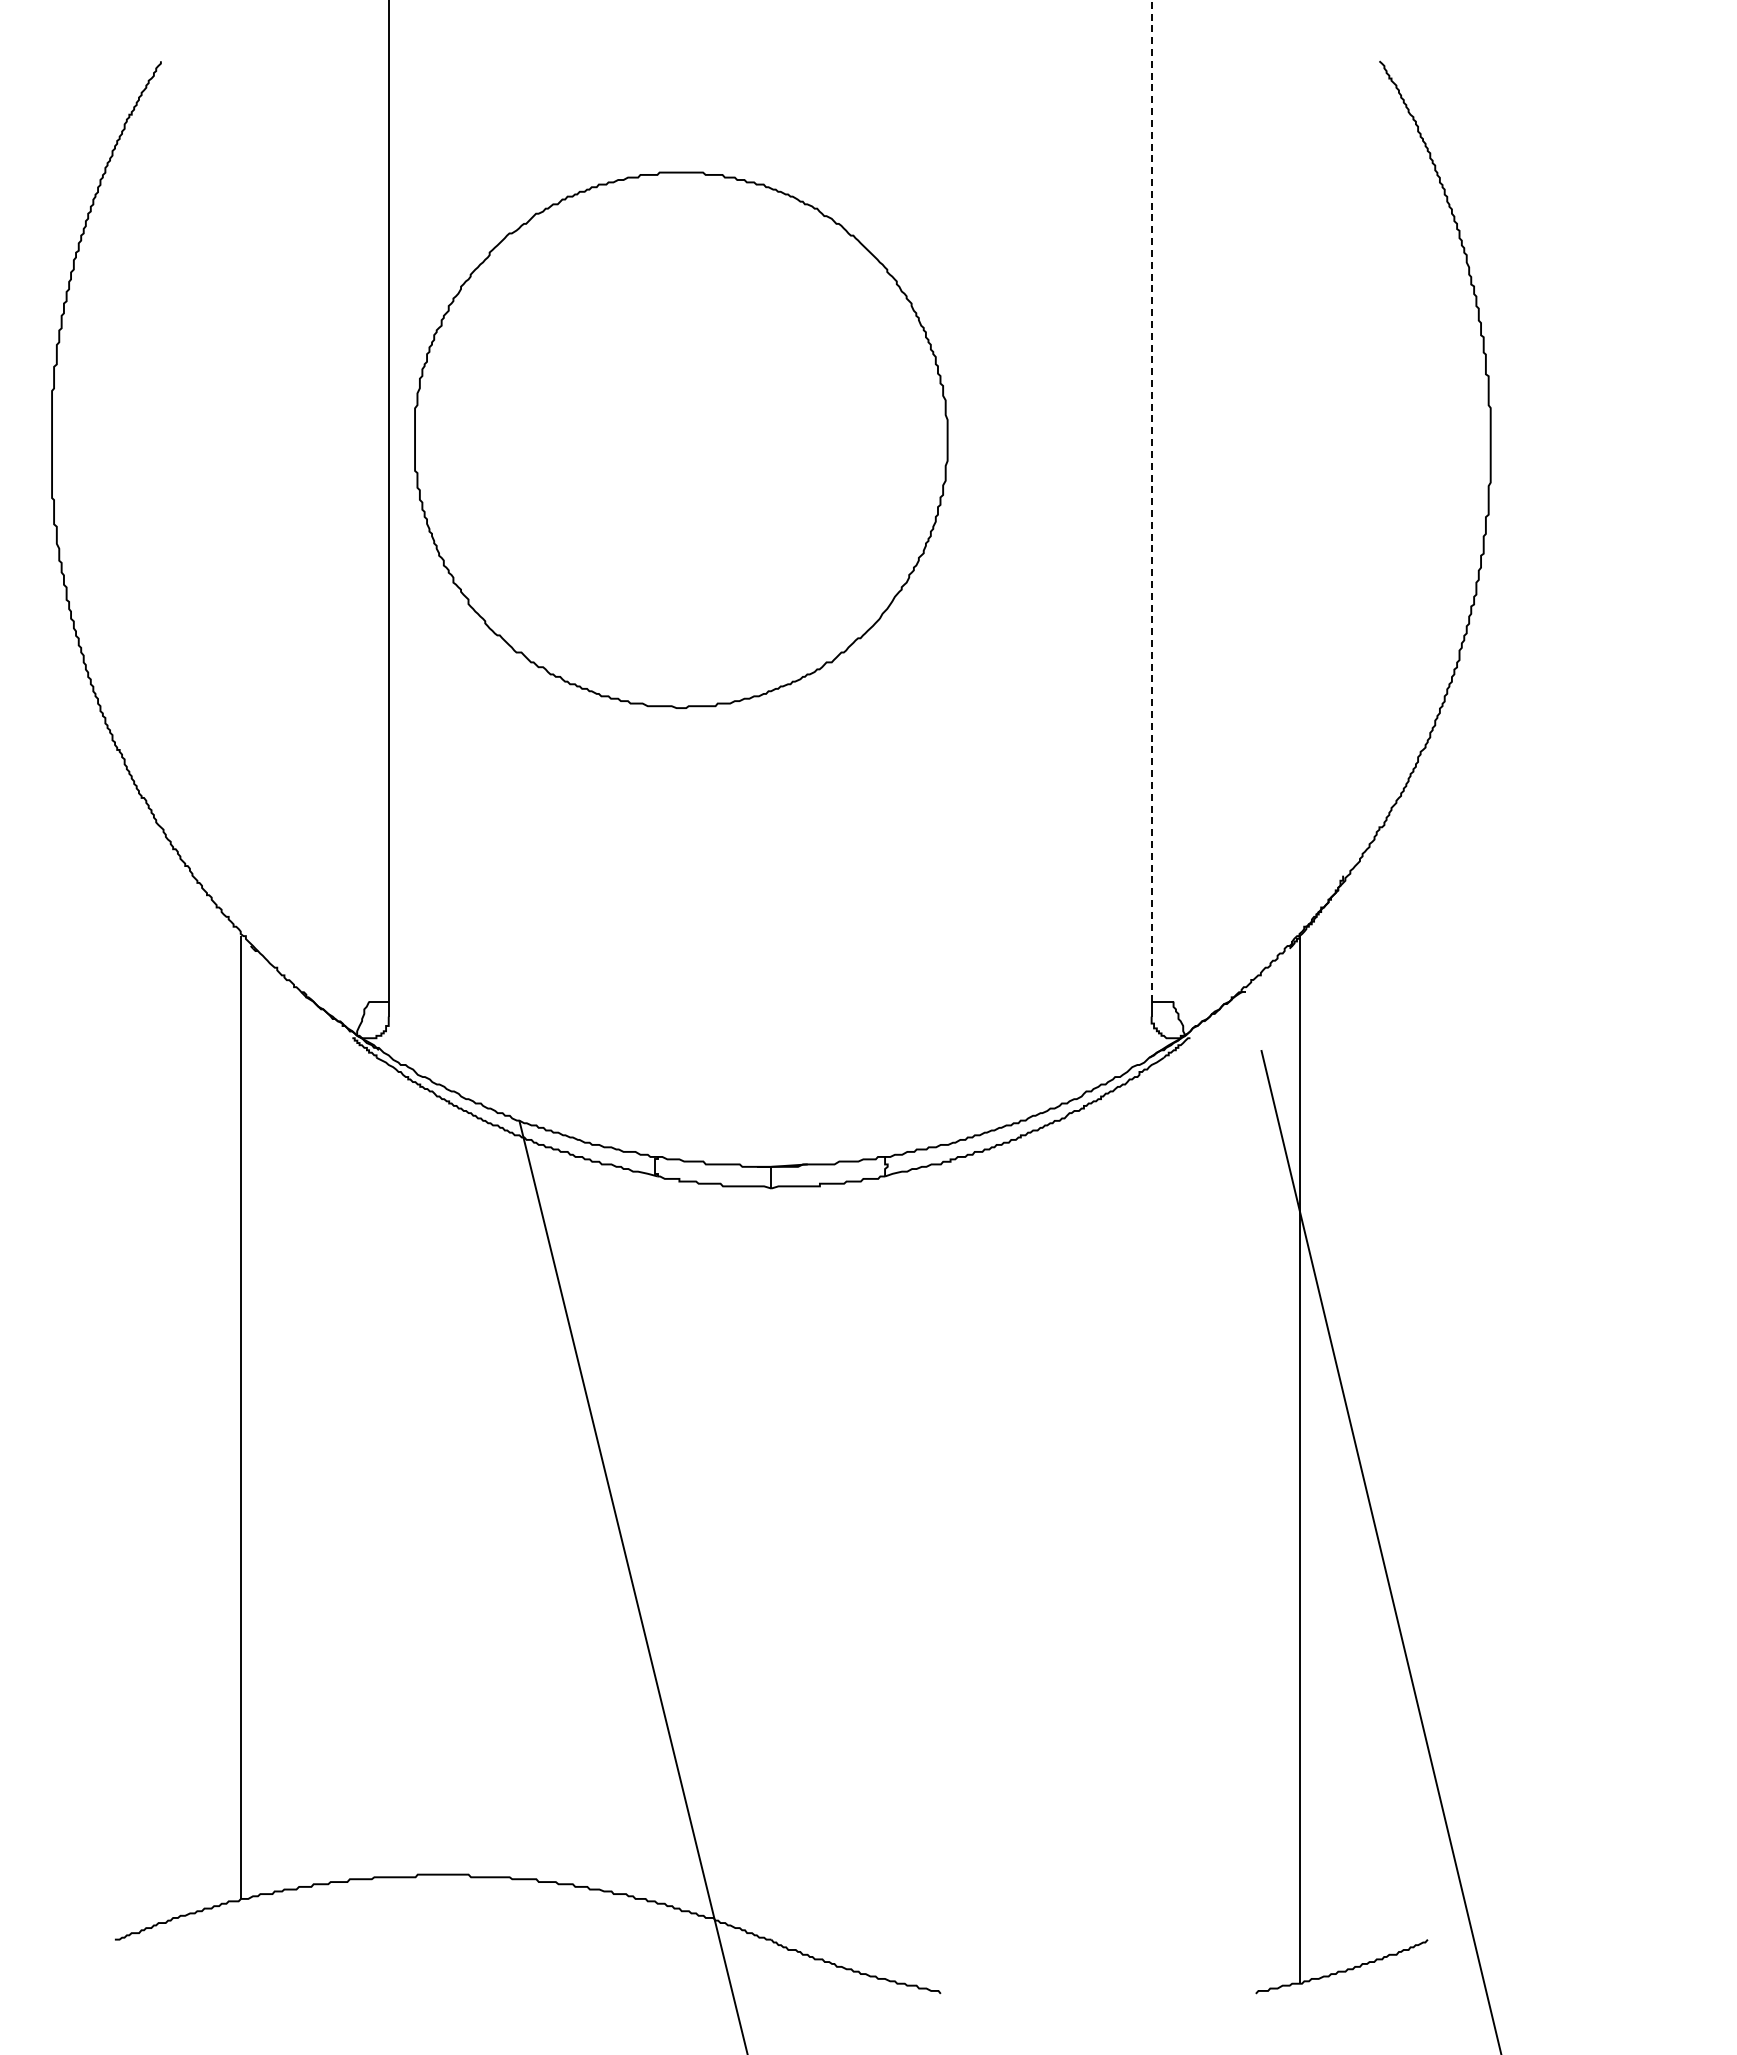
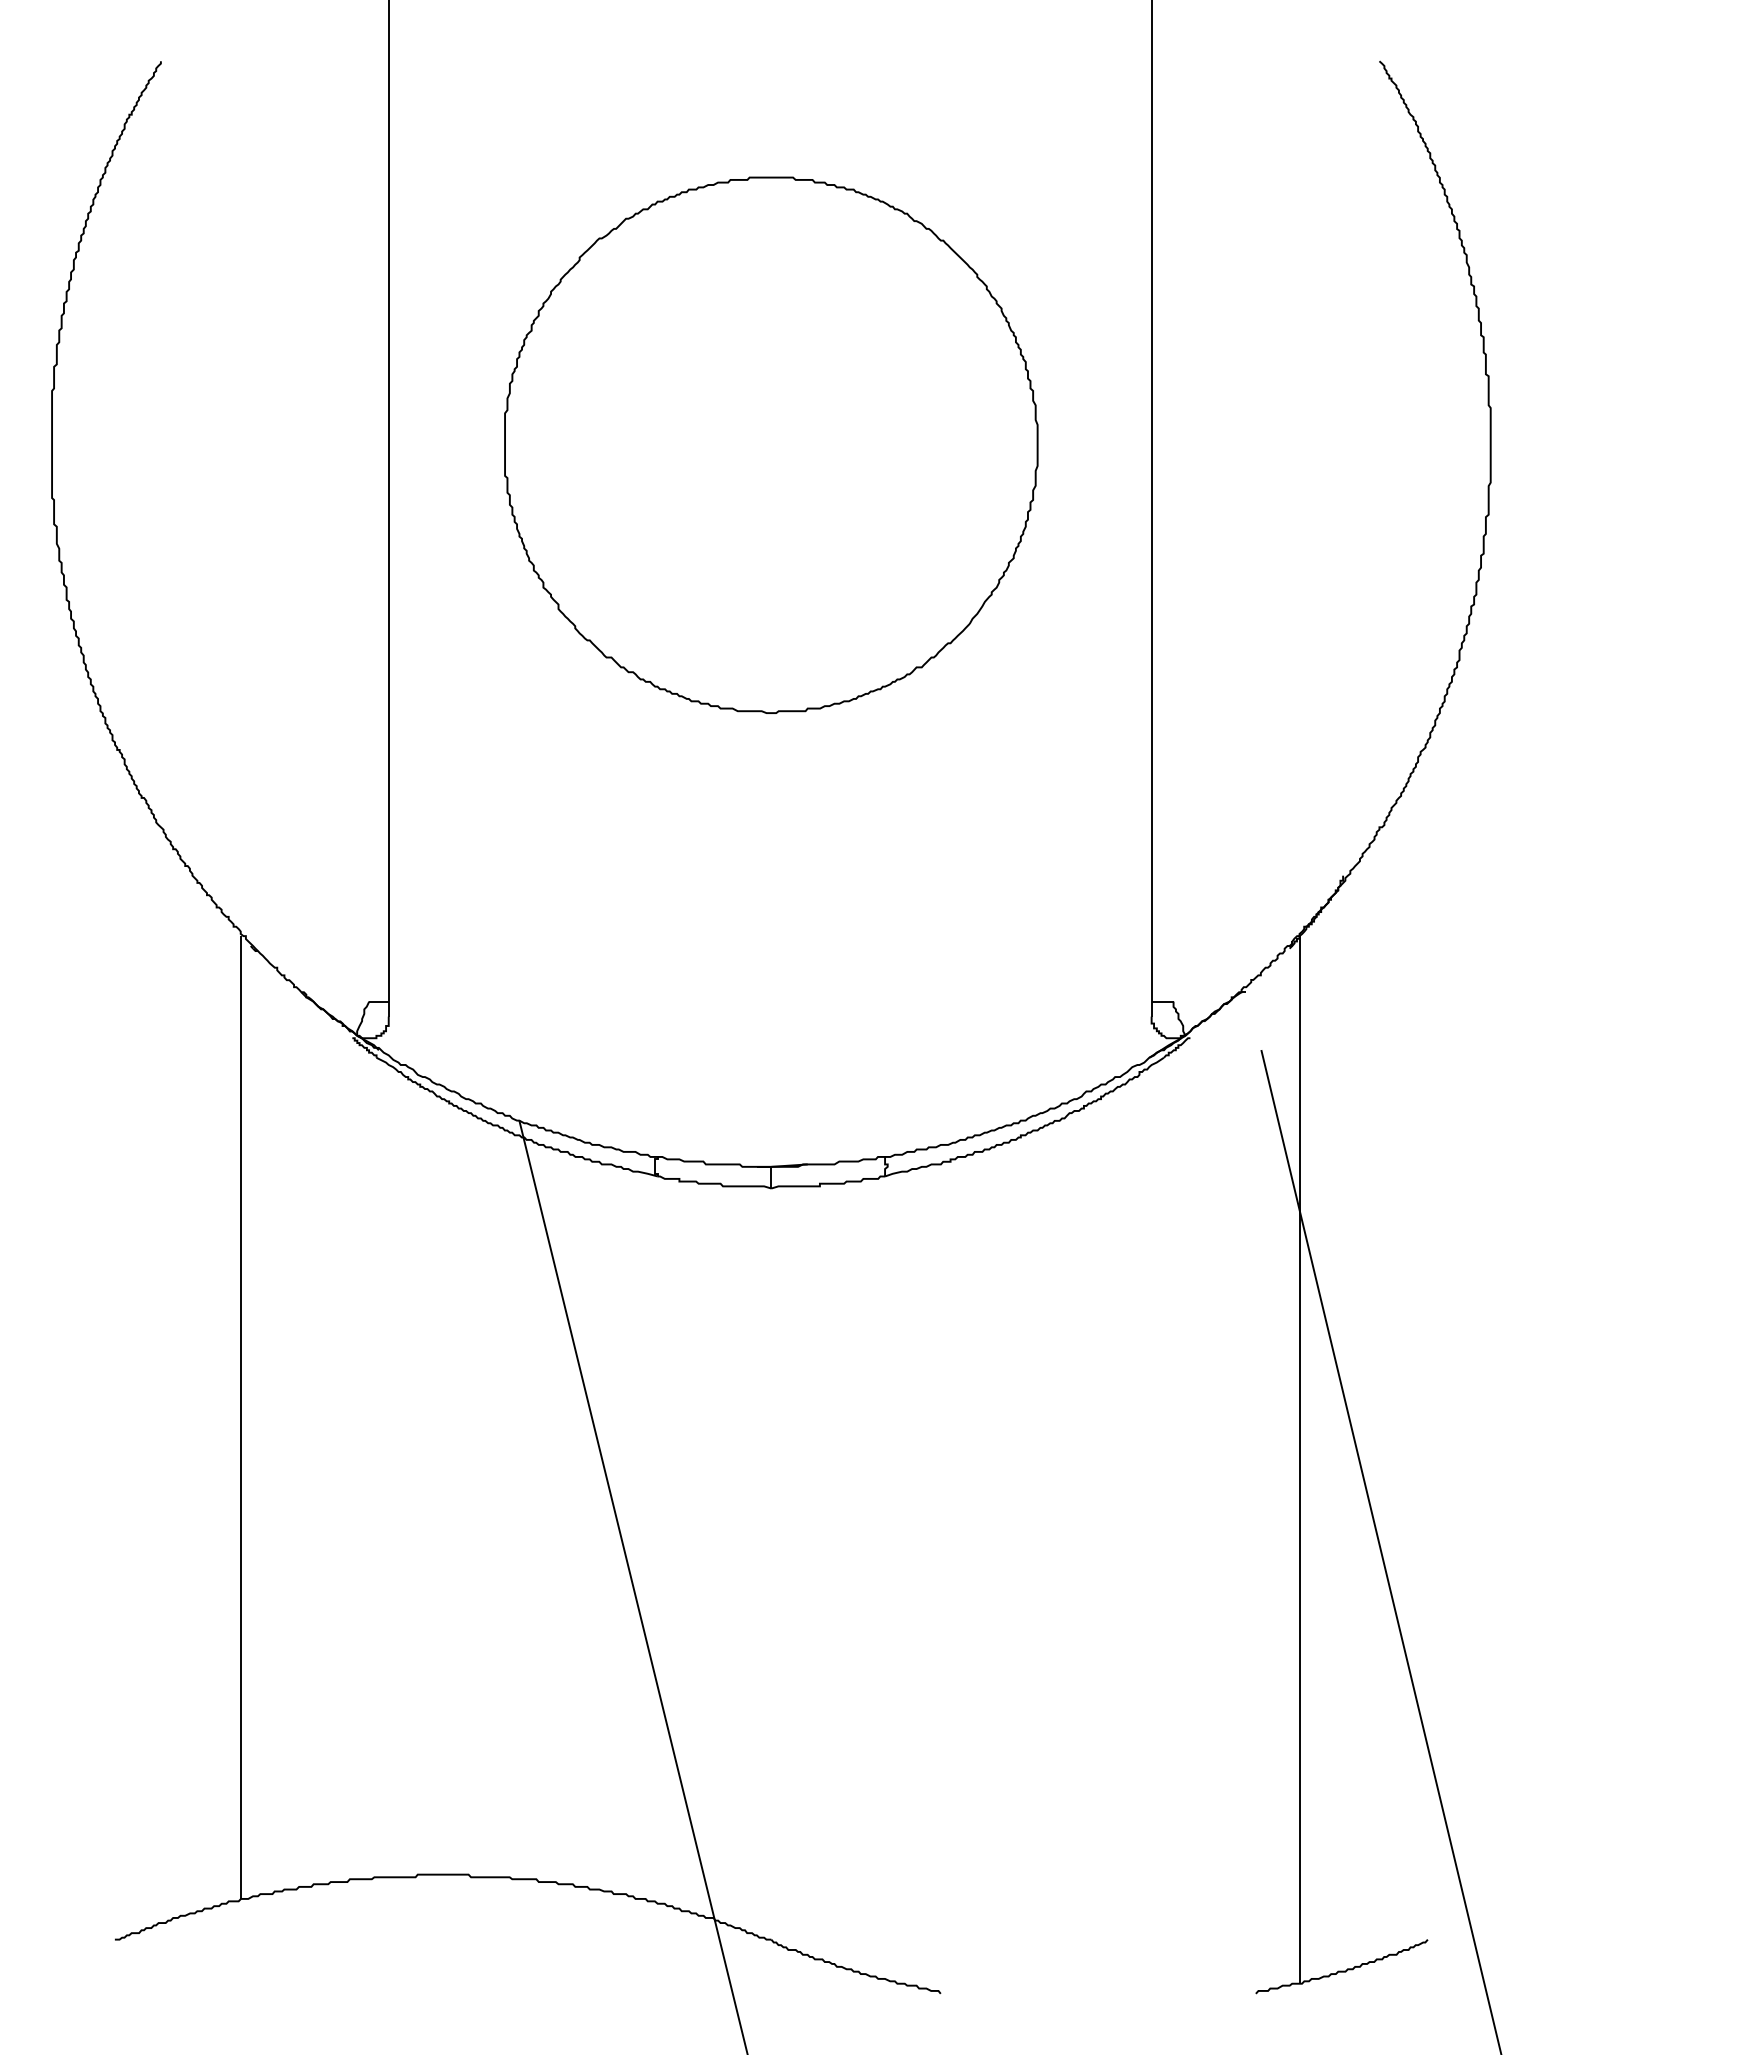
part at (681, 439) position: (681, 439) -> (771, 444)
line at (1151, 500): dashed -> solid
